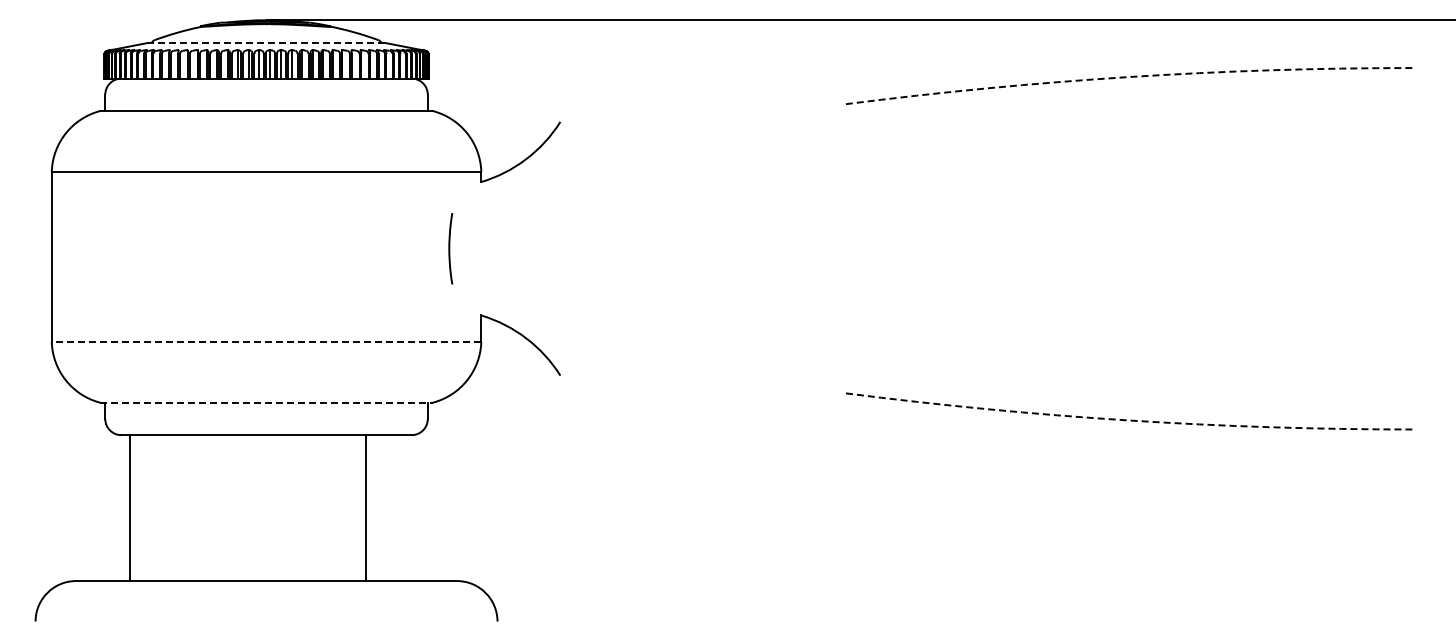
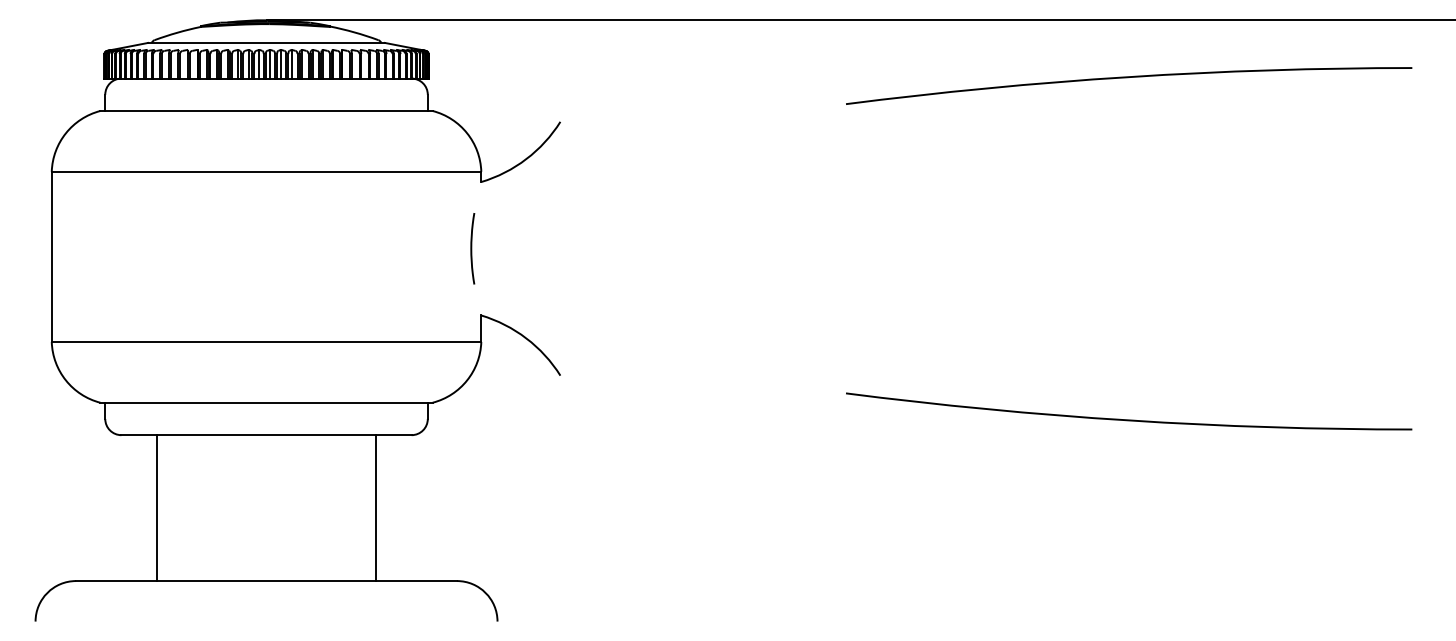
line at (266, 42): dashed -> solid
arc at (1128, 77): dashed -> solid
curve at (450, 248) position: (450, 248) -> (472, 248)
line at (266, 341): dashed -> solid
line at (267, 402): dashed -> solid
arc at (1128, 420): dashed -> solid
line at (130, 508) position: (130, 508) -> (157, 508)
line at (365, 508) position: (365, 508) -> (375, 508)
